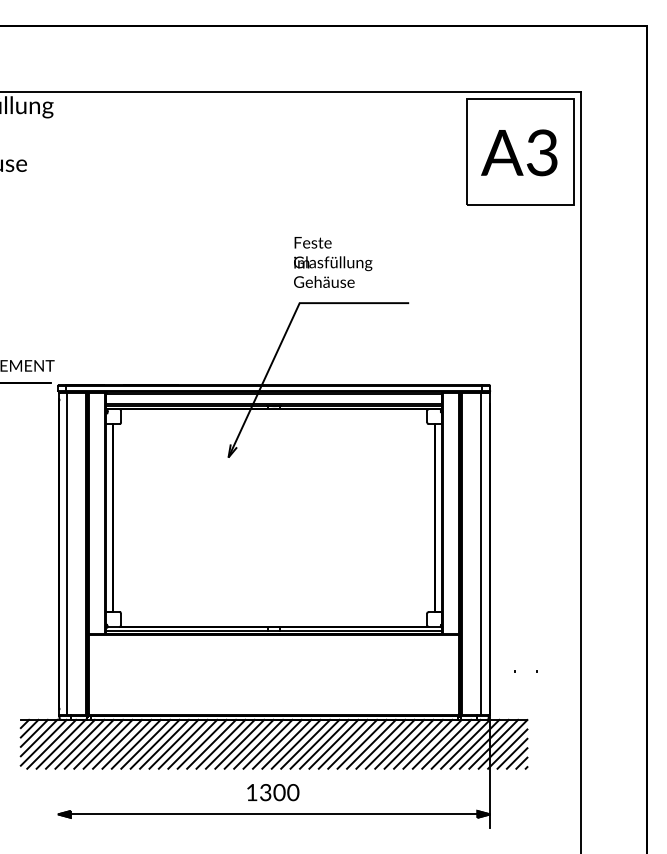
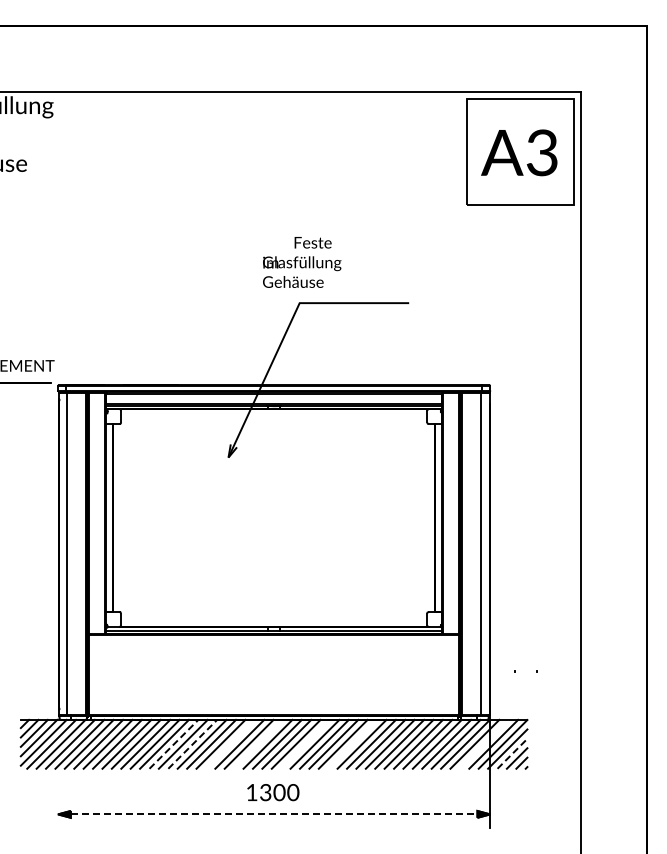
text at (333, 271) position: (333, 271) -> (302, 271)
line at (229, 743): present -> none
line at (258, 743): present -> none
line at (305, 743): present -> none
line at (352, 743): present -> none
line at (483, 743): present -> none
line at (173, 744): solid -> dashed
line at (192, 744): solid -> dashed
line at (512, 753): solid -> dashed
line at (274, 814): solid -> dashed
